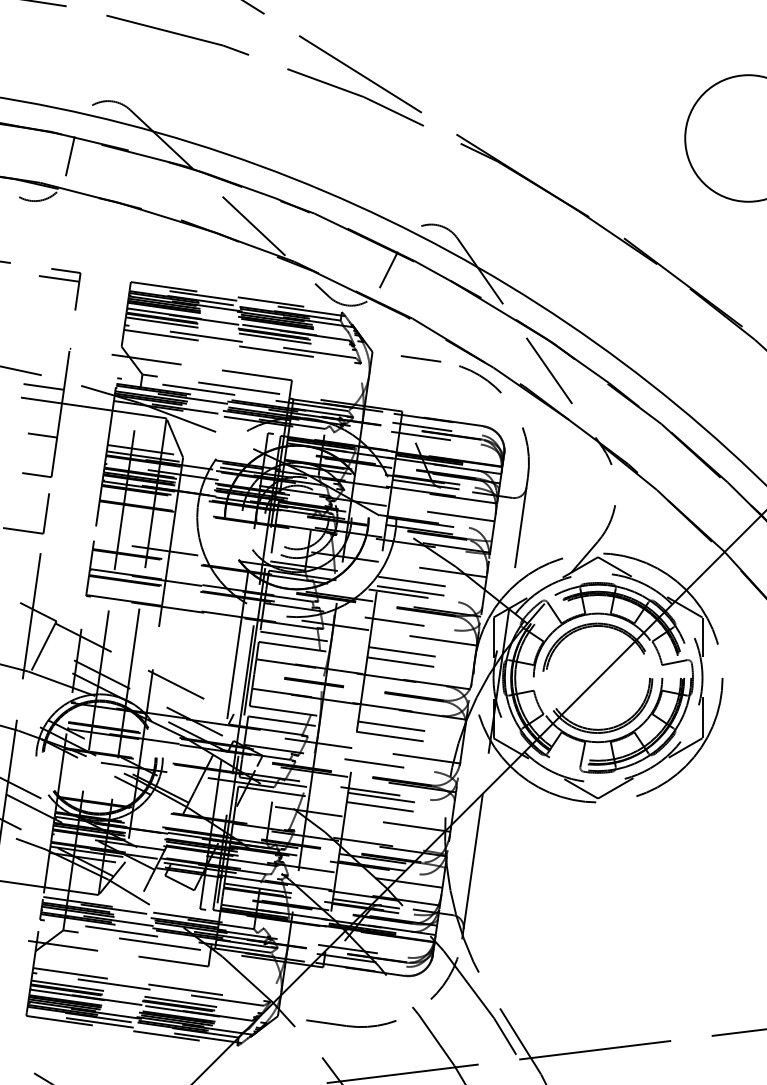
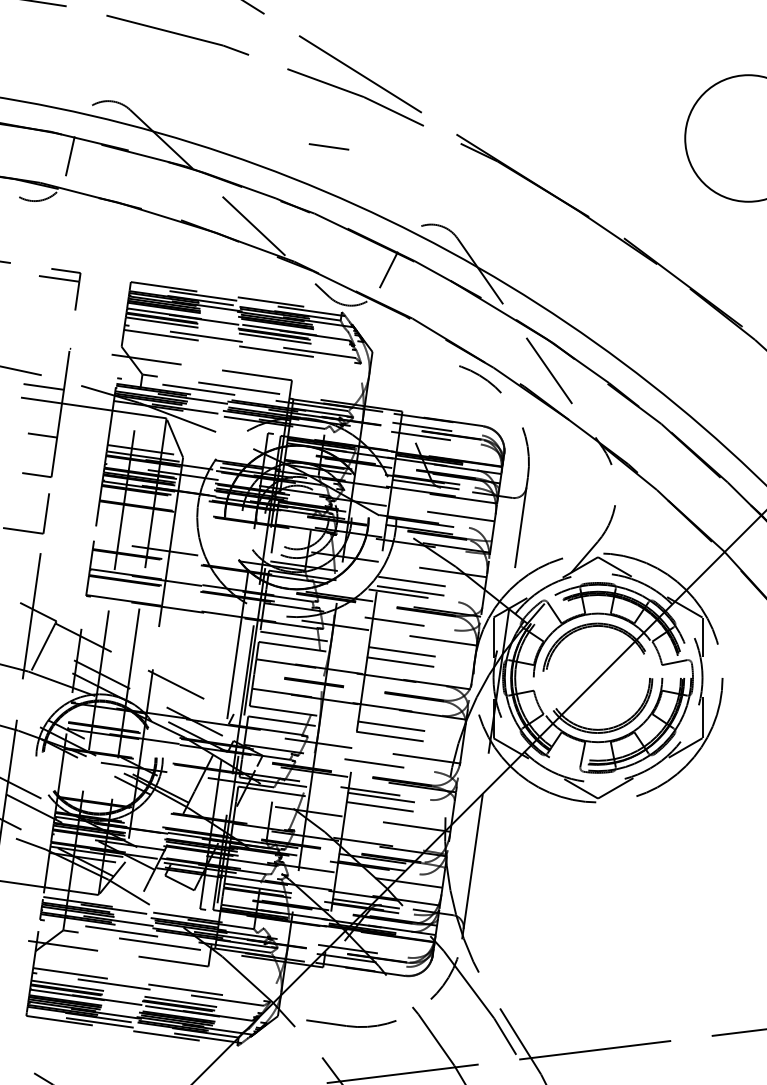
line at (420, 358) position: (420, 358) -> (328, 146)
